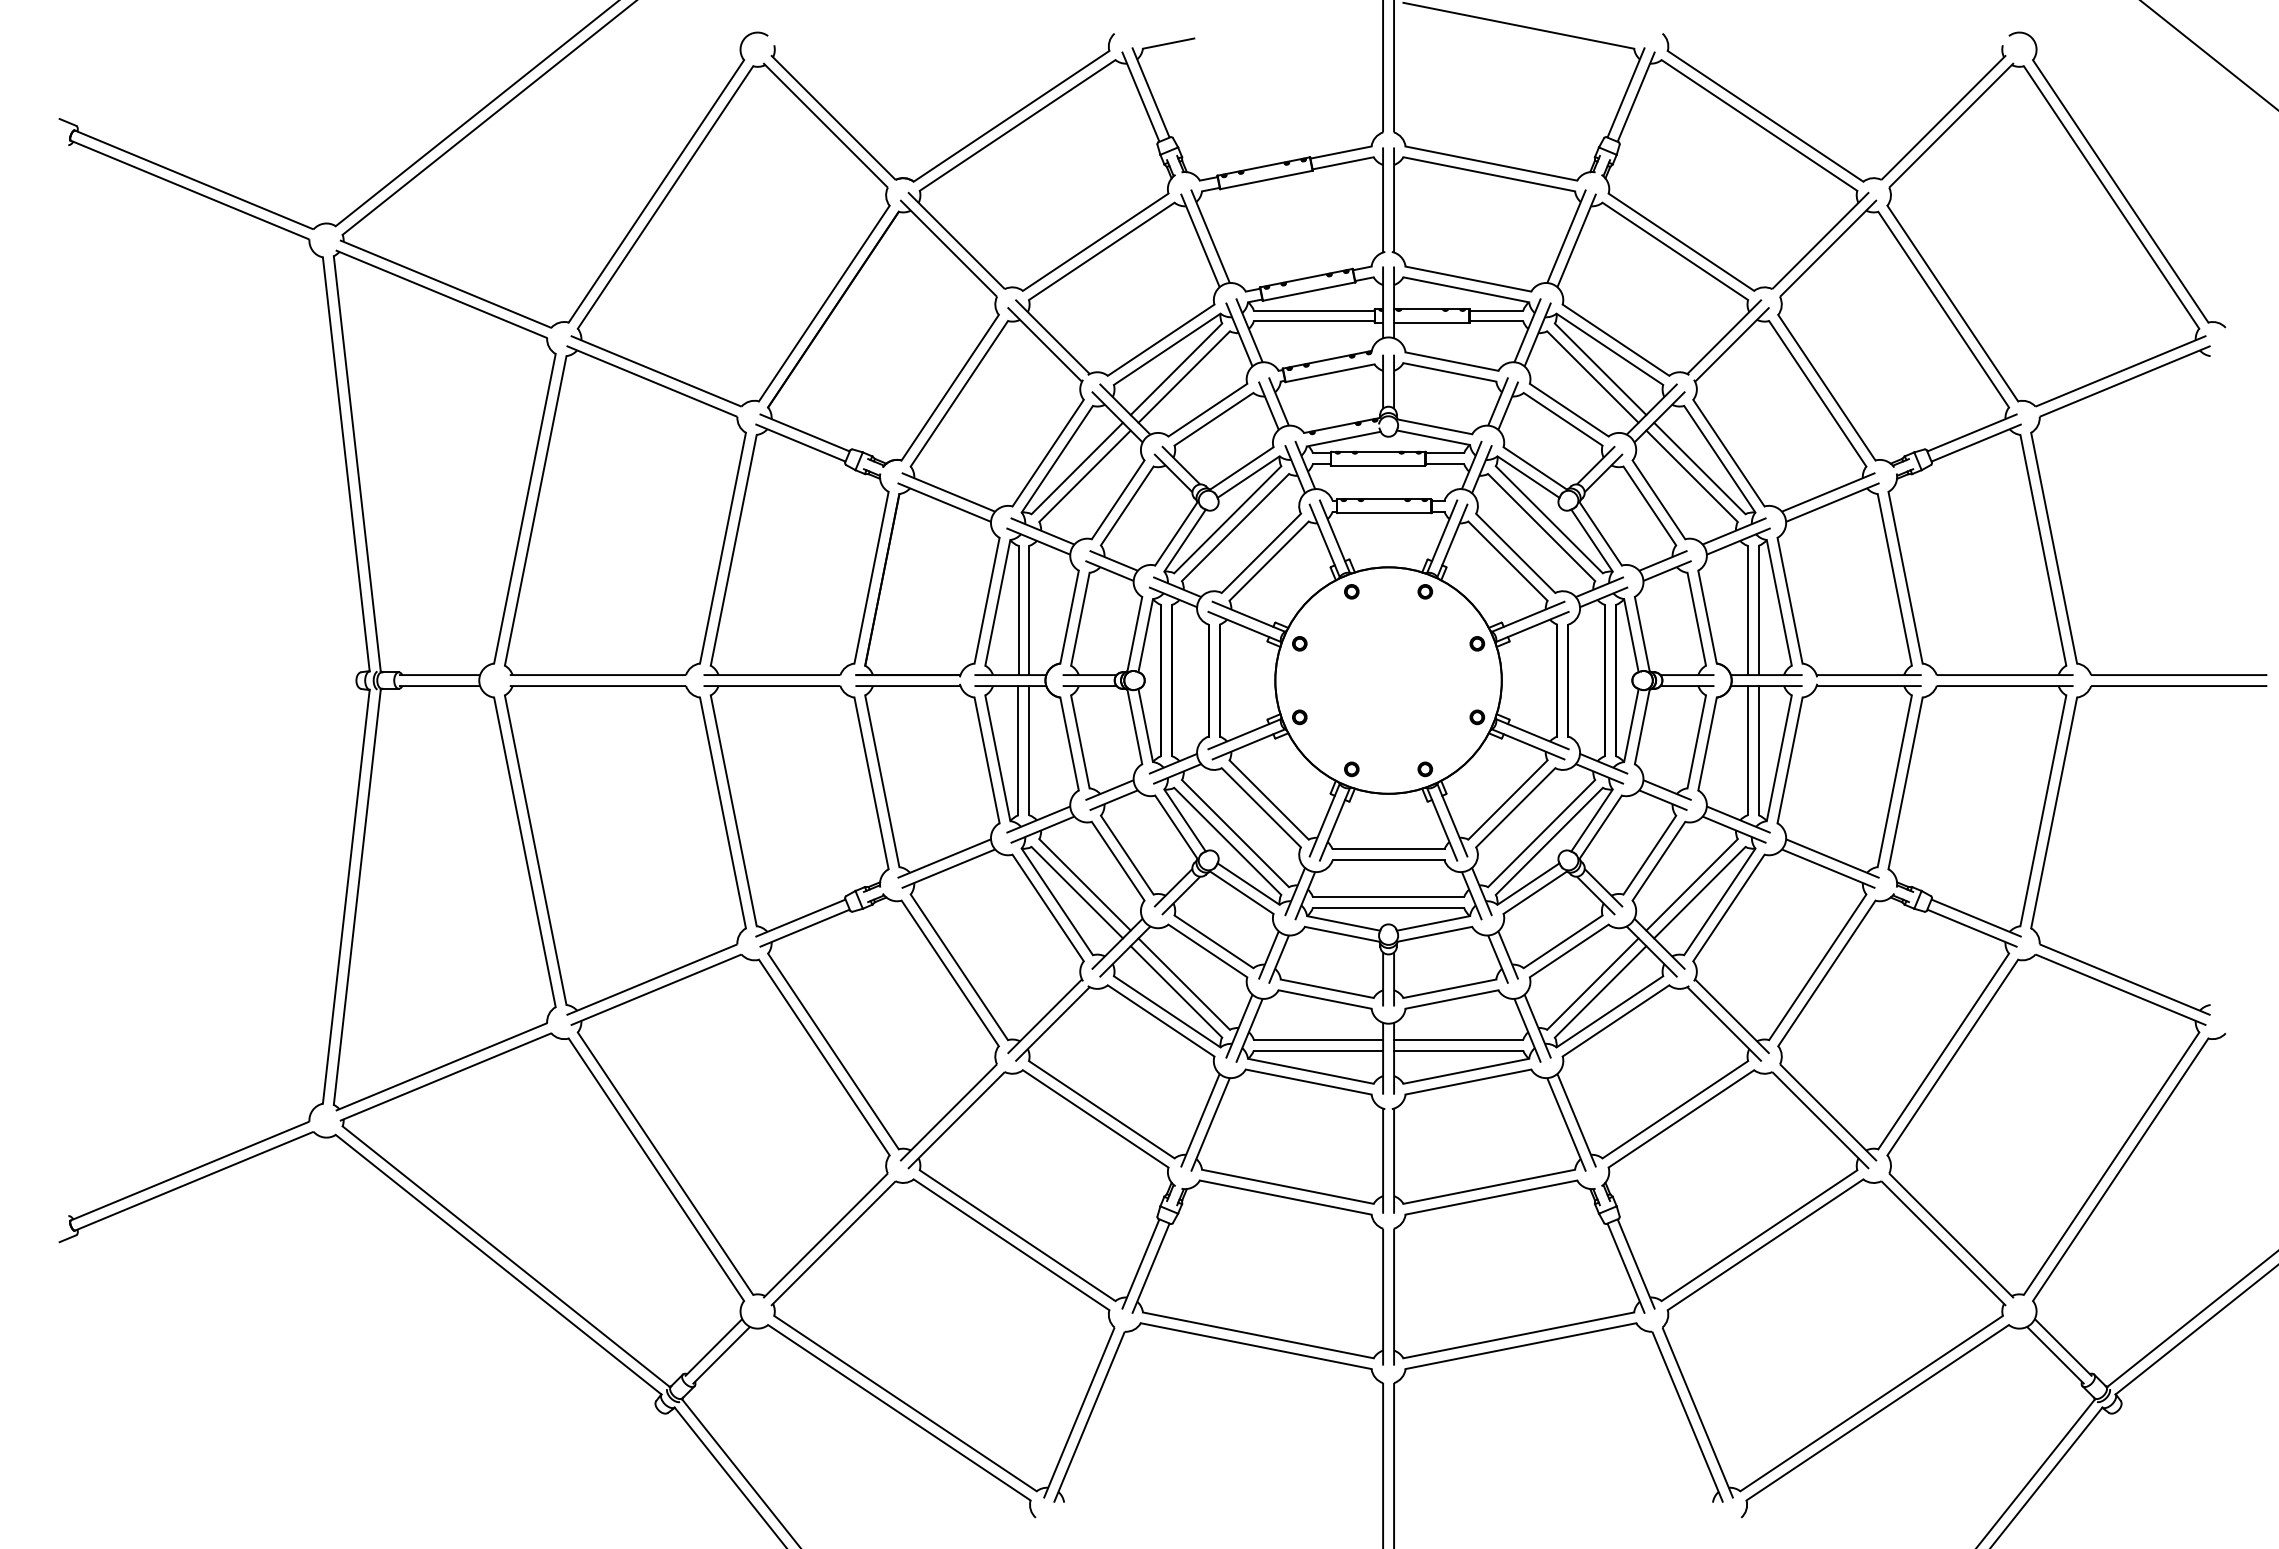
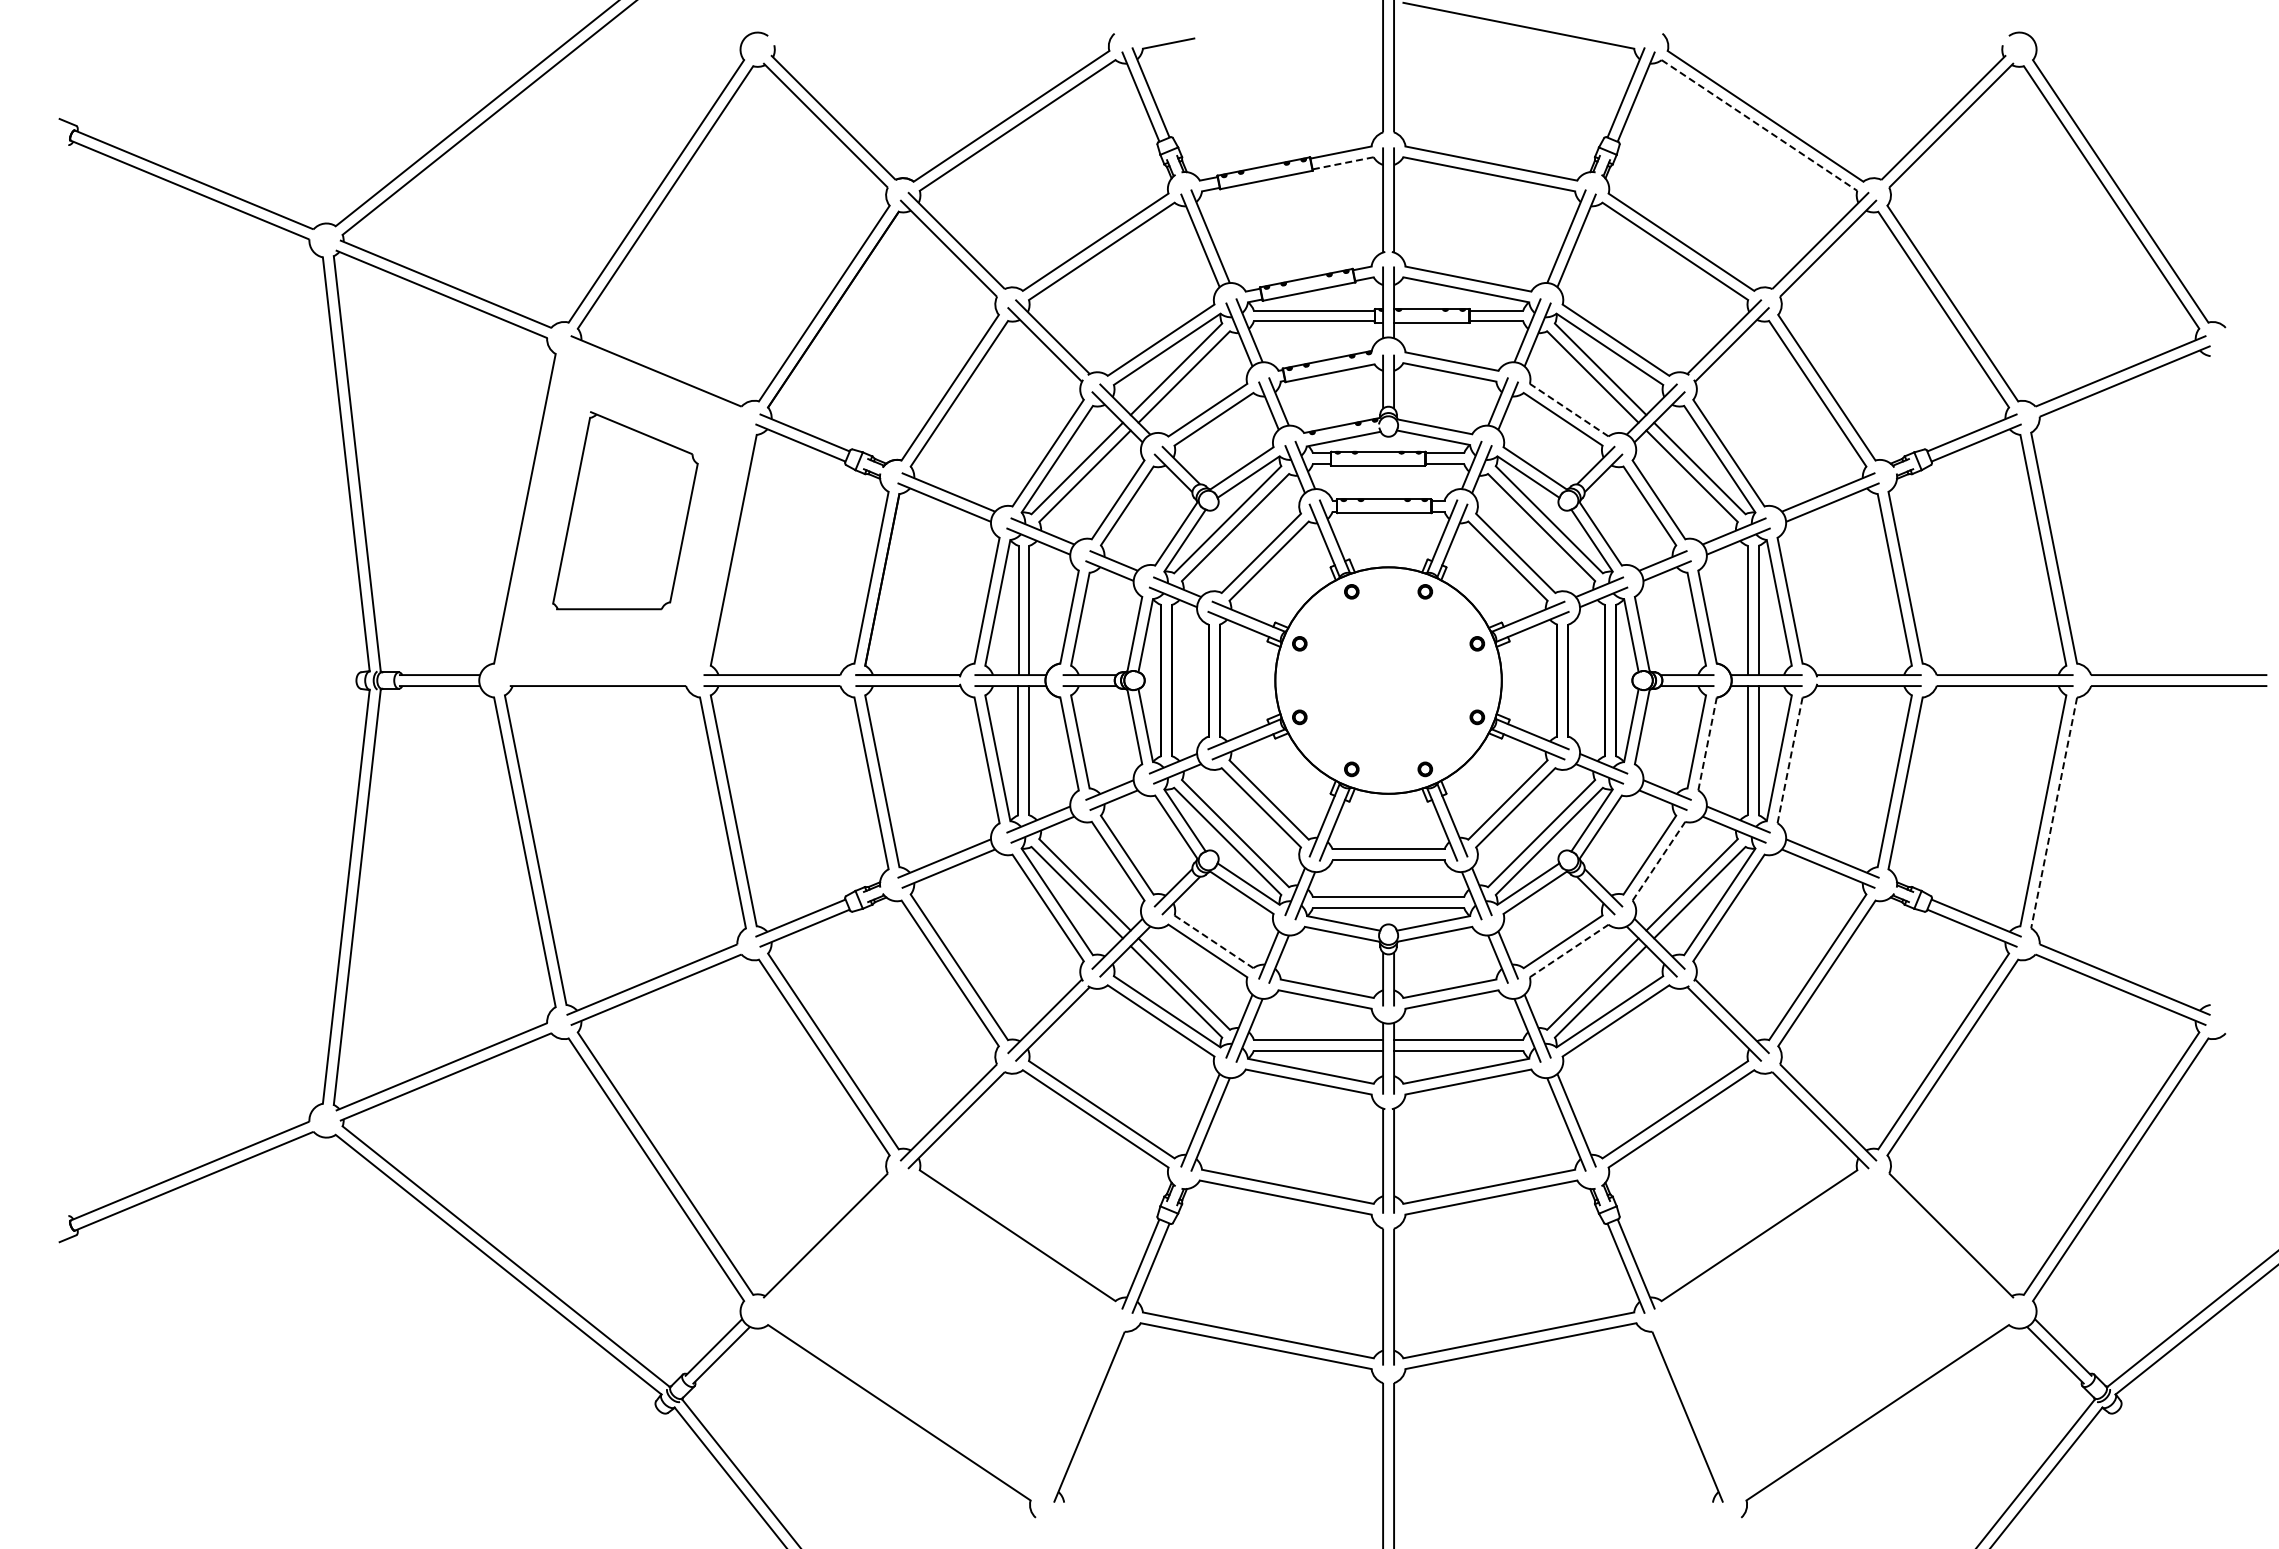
line at (2208, 55): present -> none
line at (1759, 125): solid -> dashed
line at (1342, 163): solid -> dashed
line at (1568, 409): solid -> dashed
part at (625, 510) size: 243x331 px -> 147x200 px
line at (1707, 743): solid -> dashed
line at (1789, 760): solid -> dashed
line at (2054, 812): solid -> dashed
line at (1659, 860): solid -> dashed
line at (1214, 942): solid -> dashed
line at (1569, 950): solid -> dashed
part at (942, 1338): present -> none
part at (1833, 1338): present -> none
